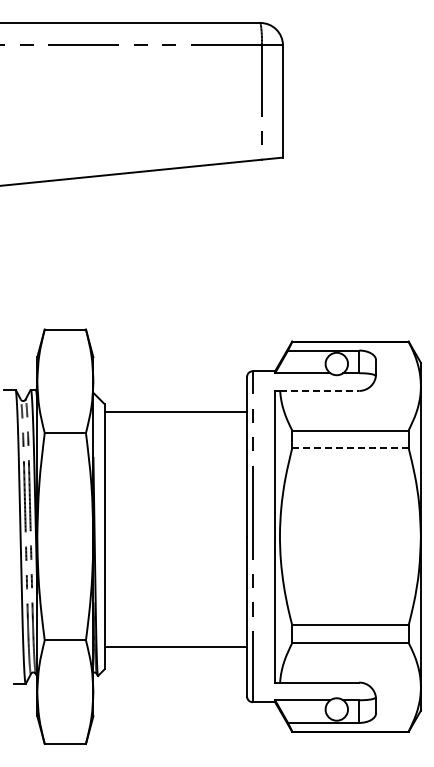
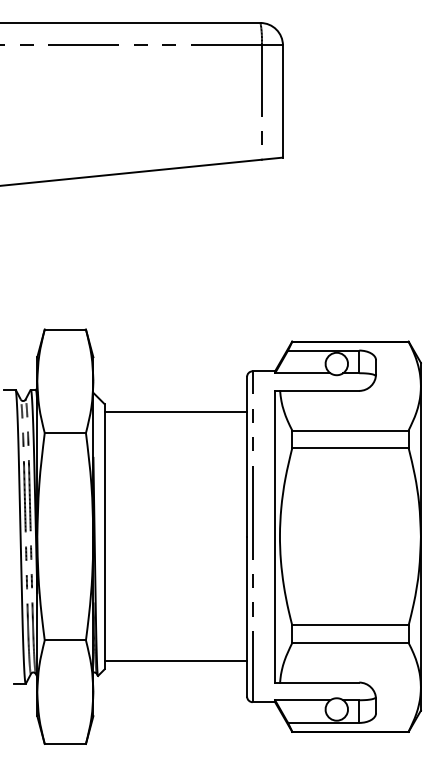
line at (319, 390): dashed -> solid
line at (350, 448): dashed -> solid
line at (175, 647) position: (175, 647) -> (175, 661)
